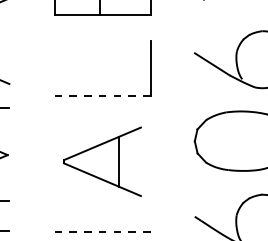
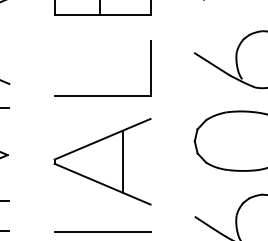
line at (102, 95): dashed -> solid
part at (102, 161) size: 79x71 px -> 99x88 px
line at (102, 231): dashed -> solid
